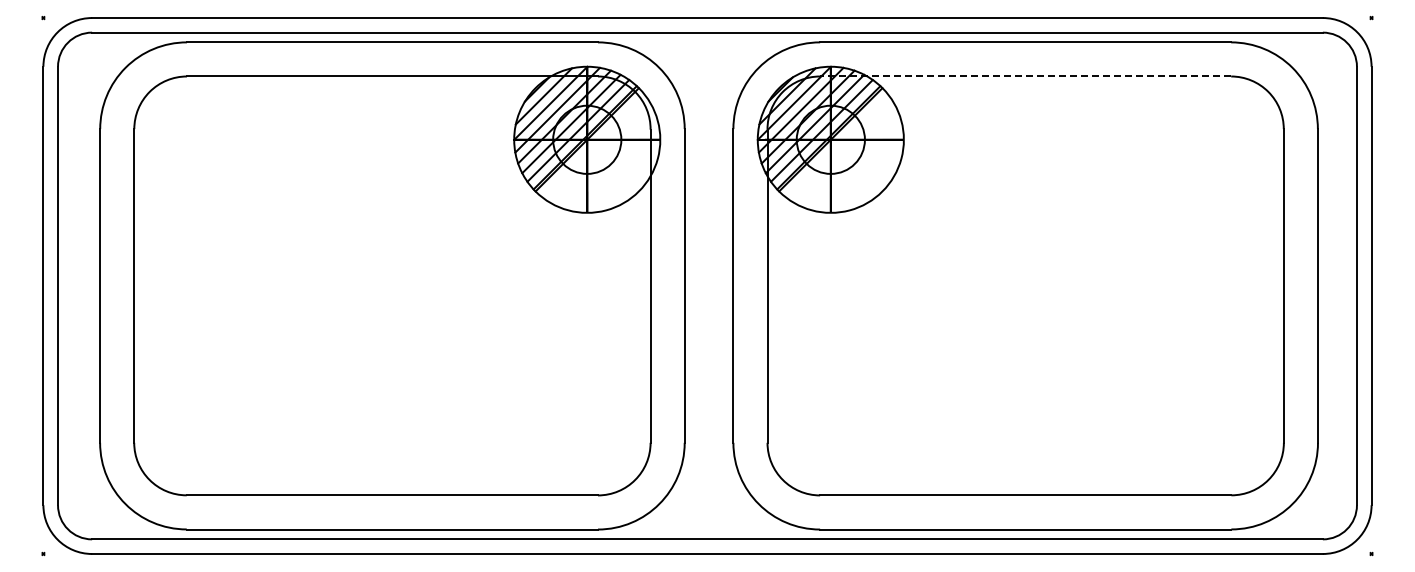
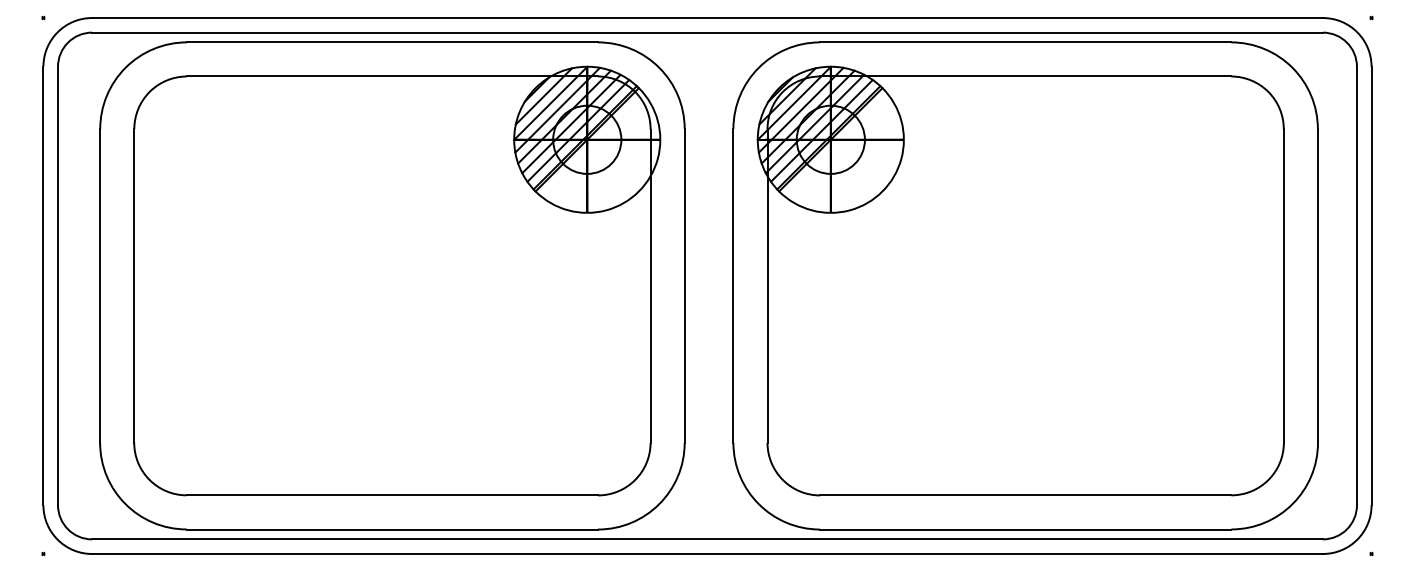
line at (1025, 76): dashed -> solid
